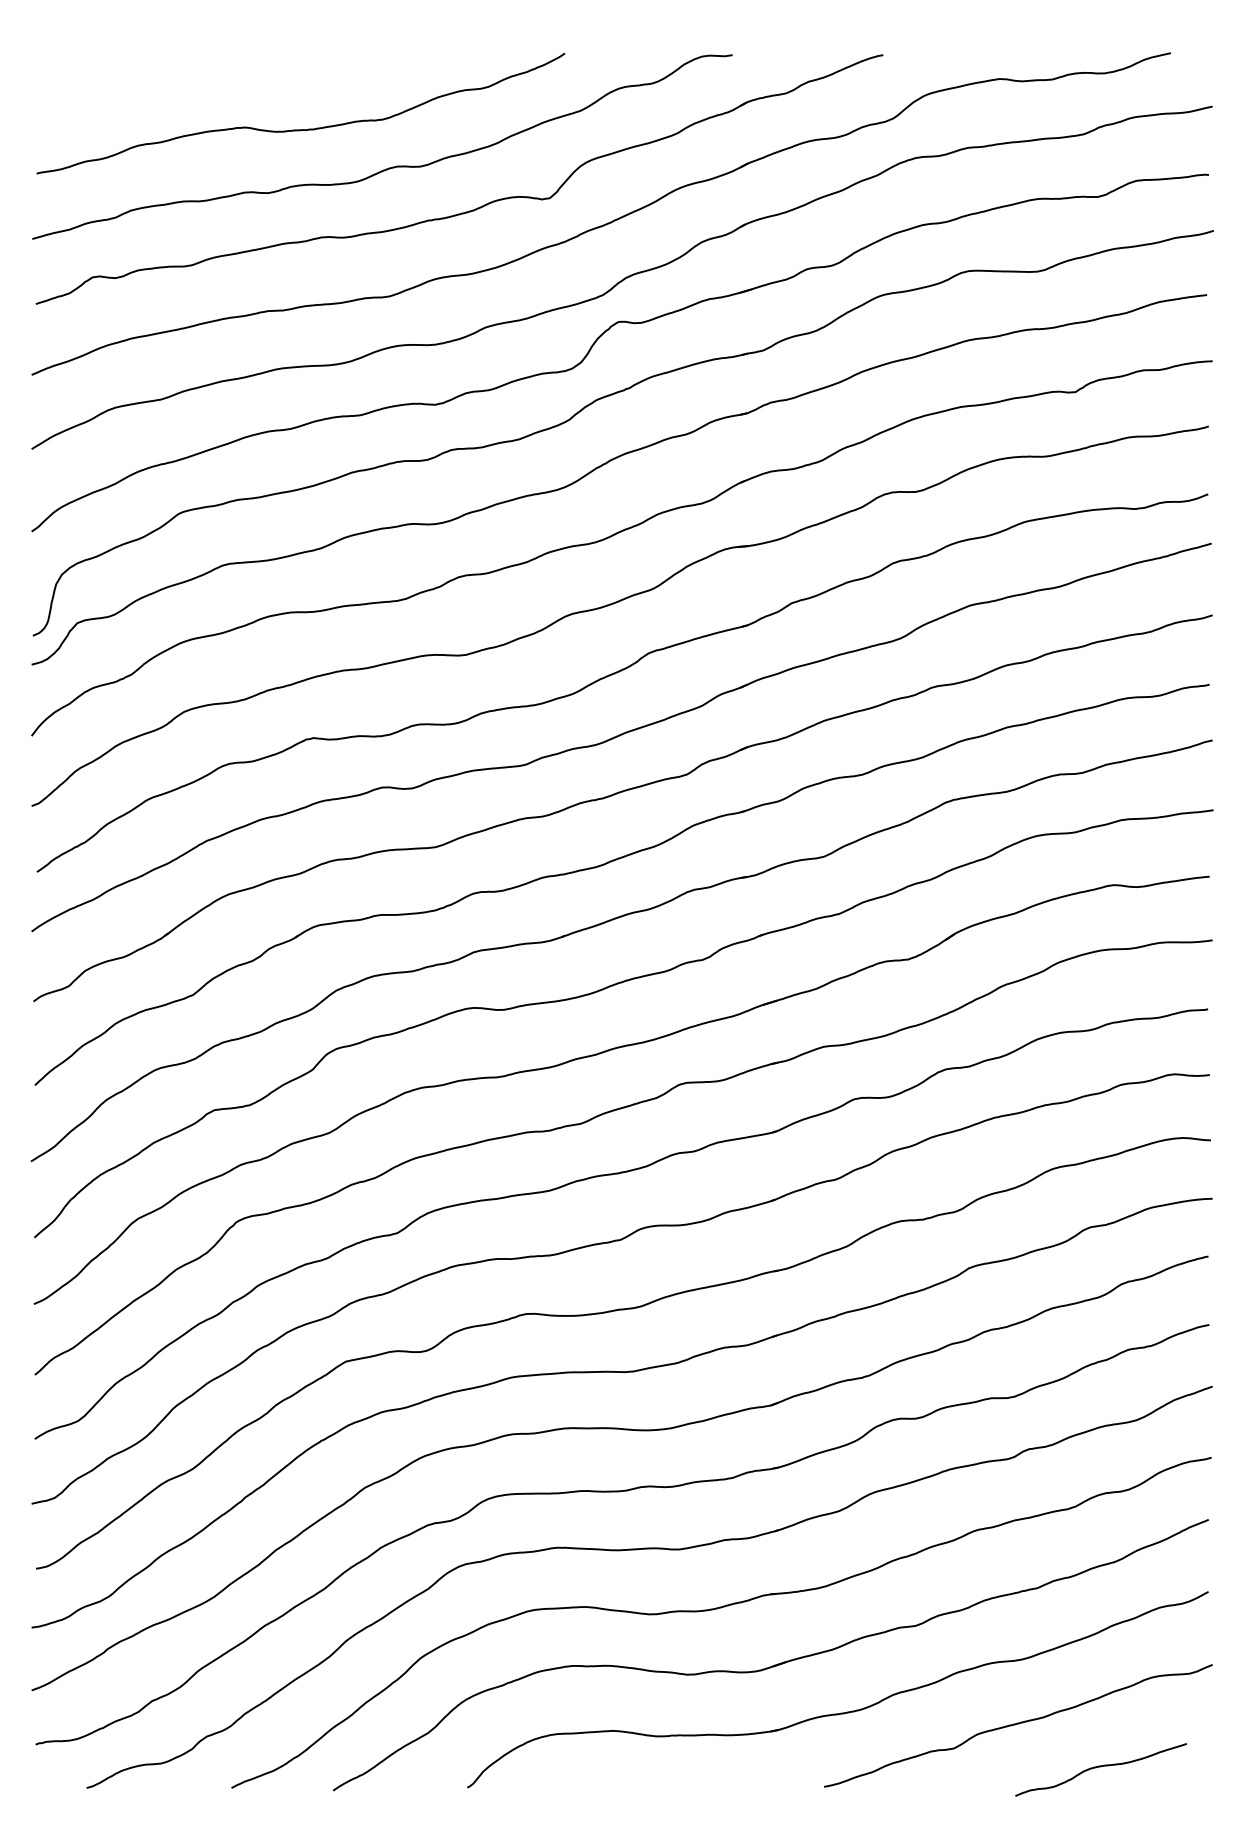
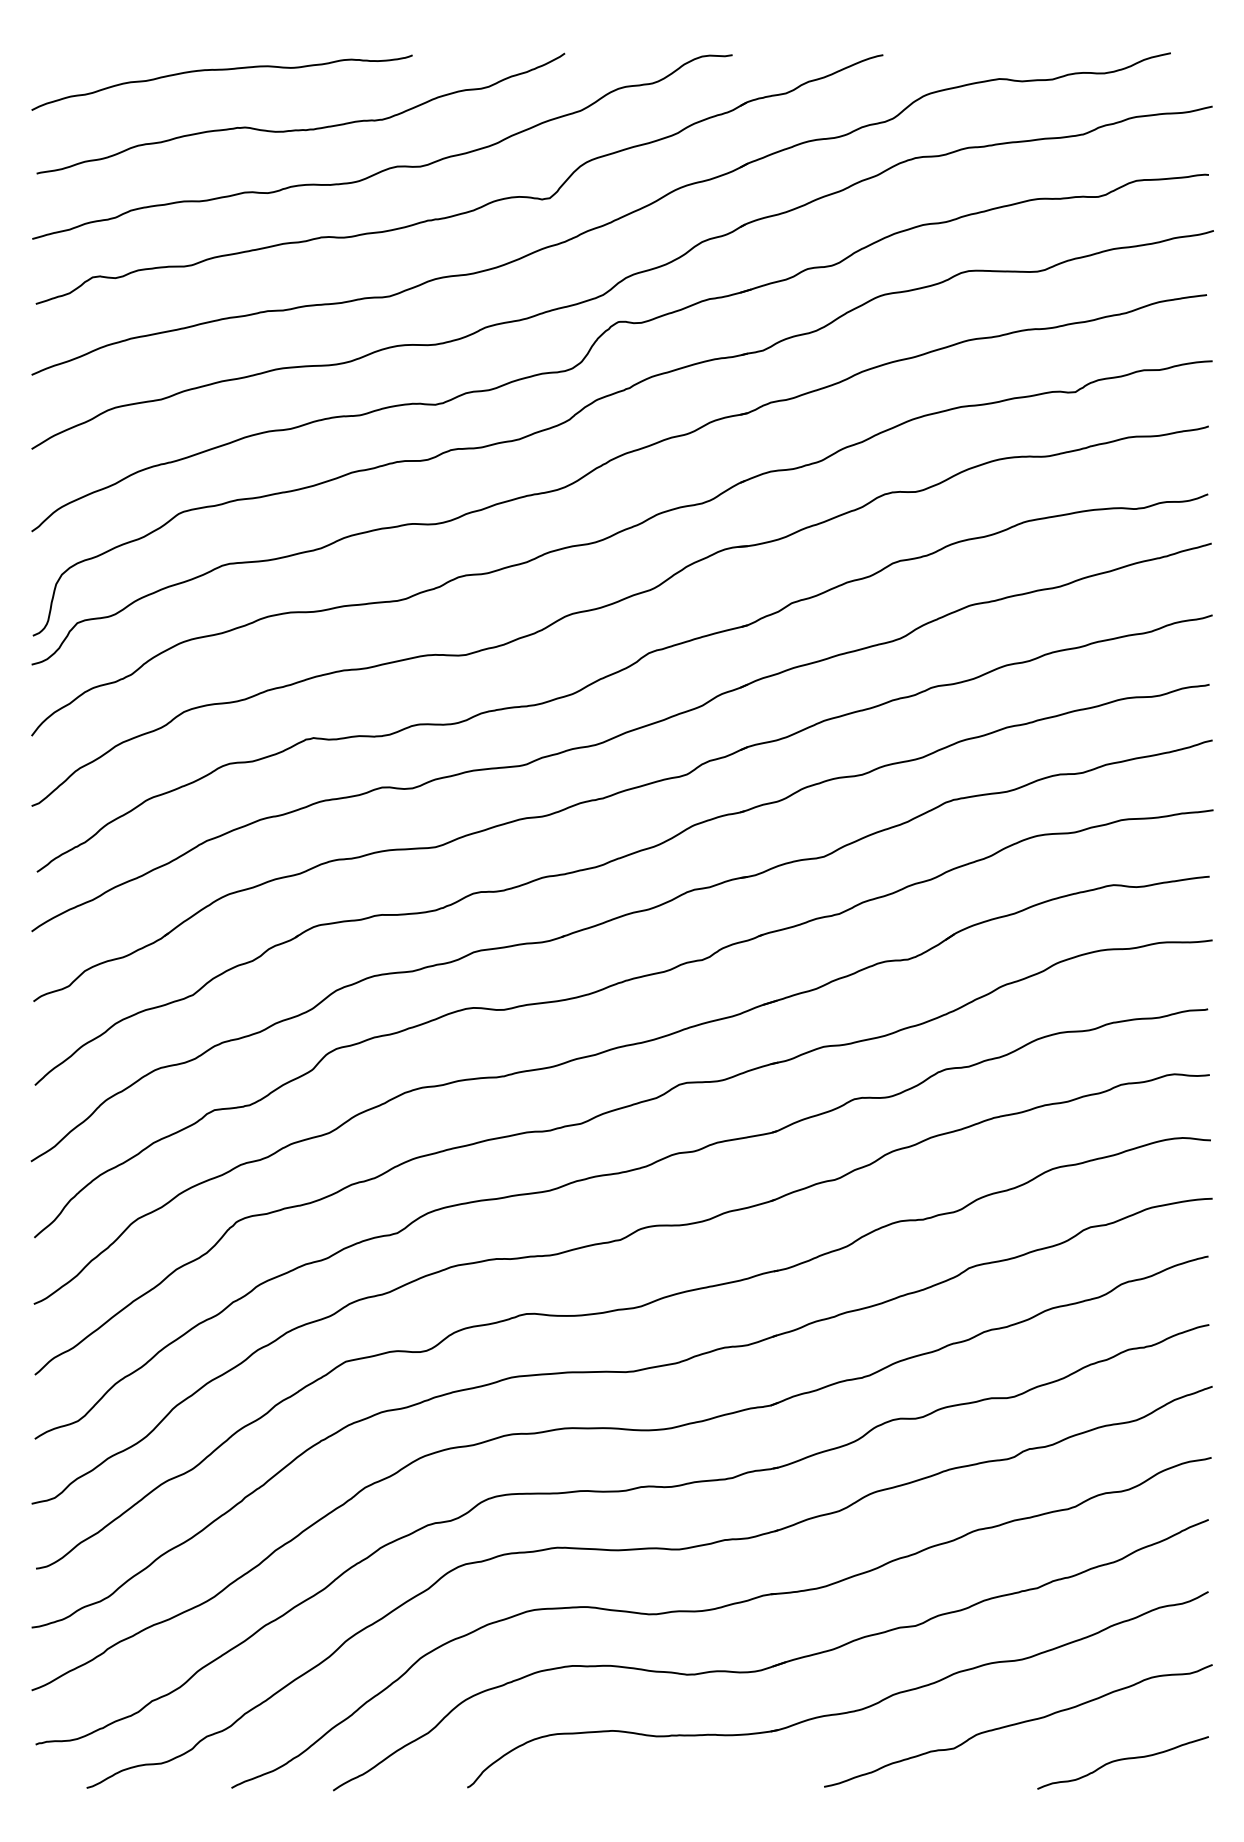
curve at (221, 70): none -> present
curve at (1100, 1767) position: (1100, 1767) -> (1122, 1760)
